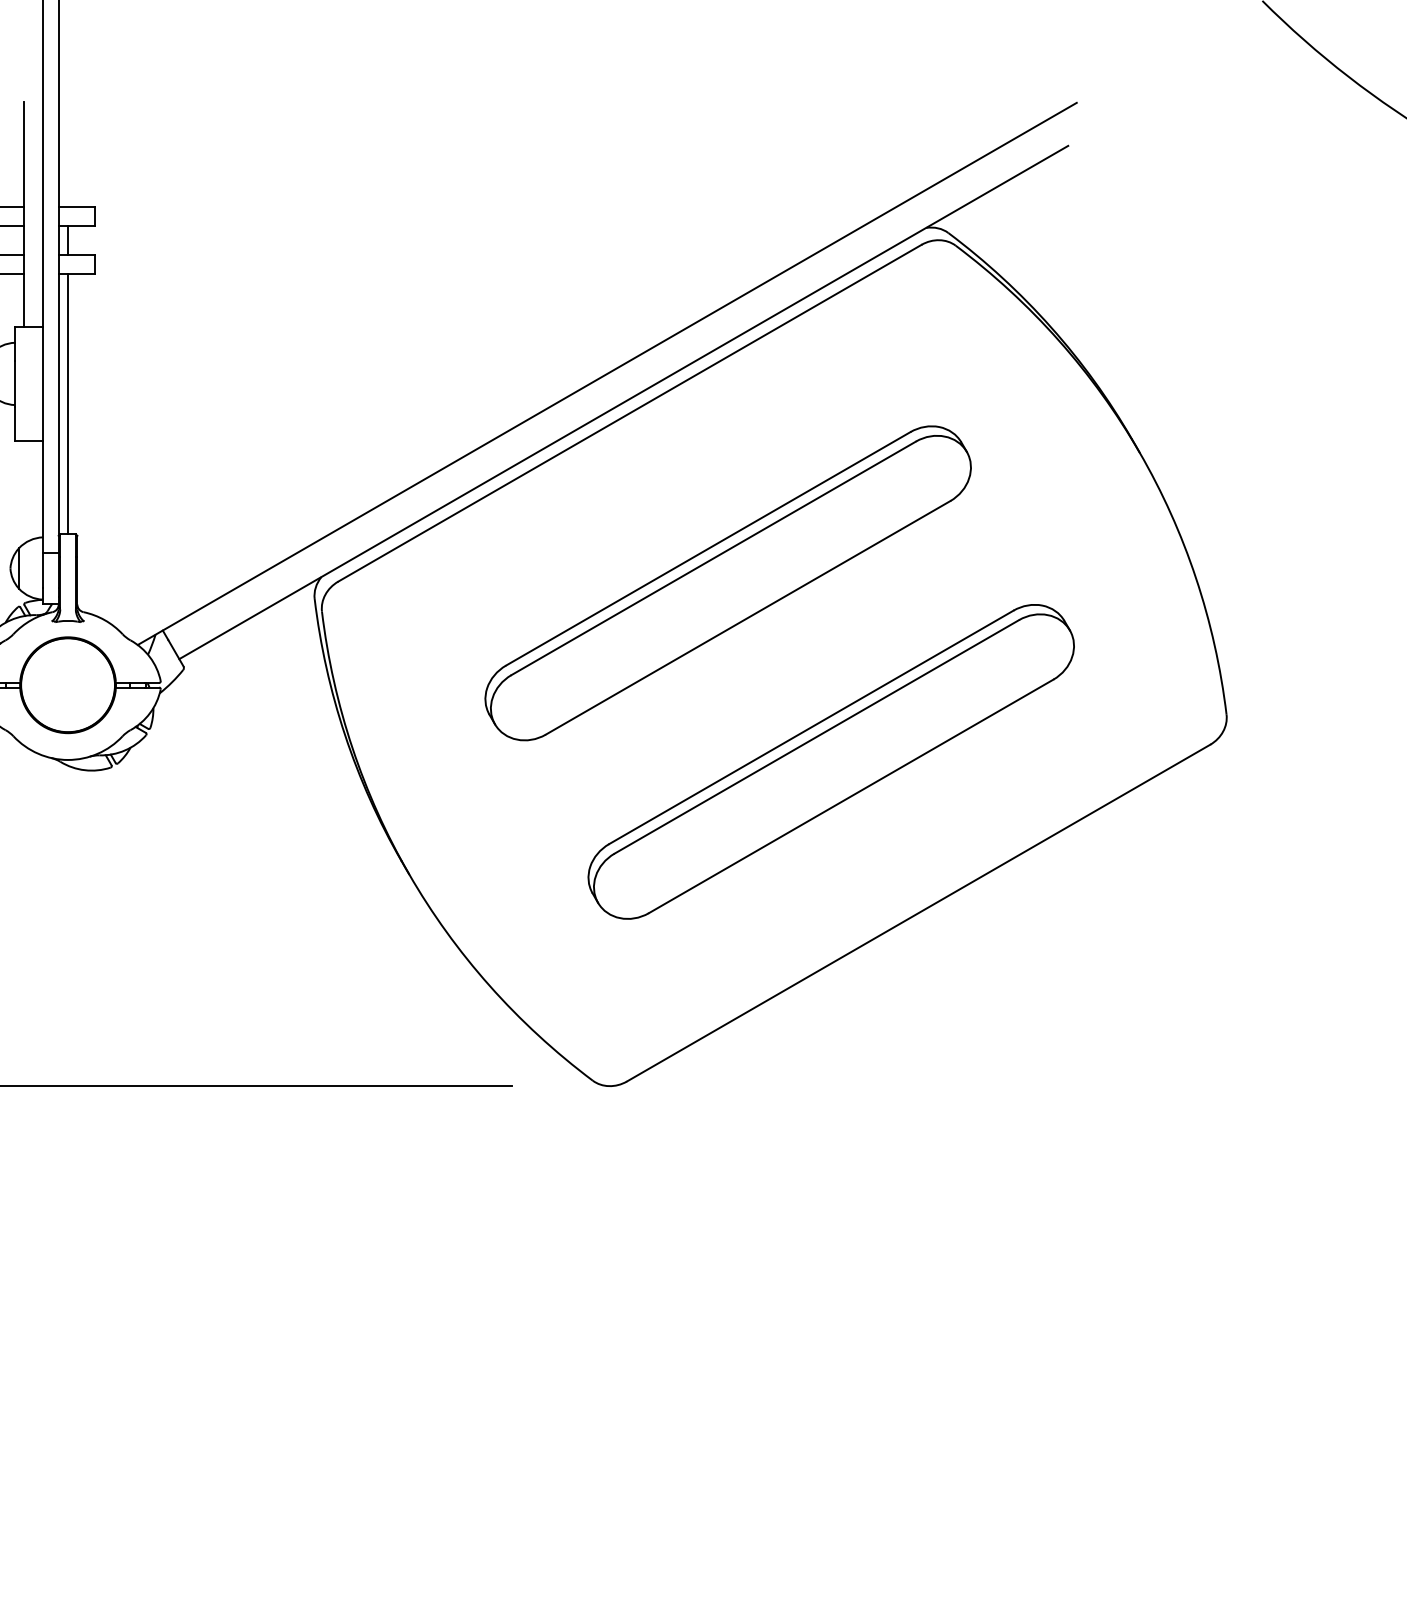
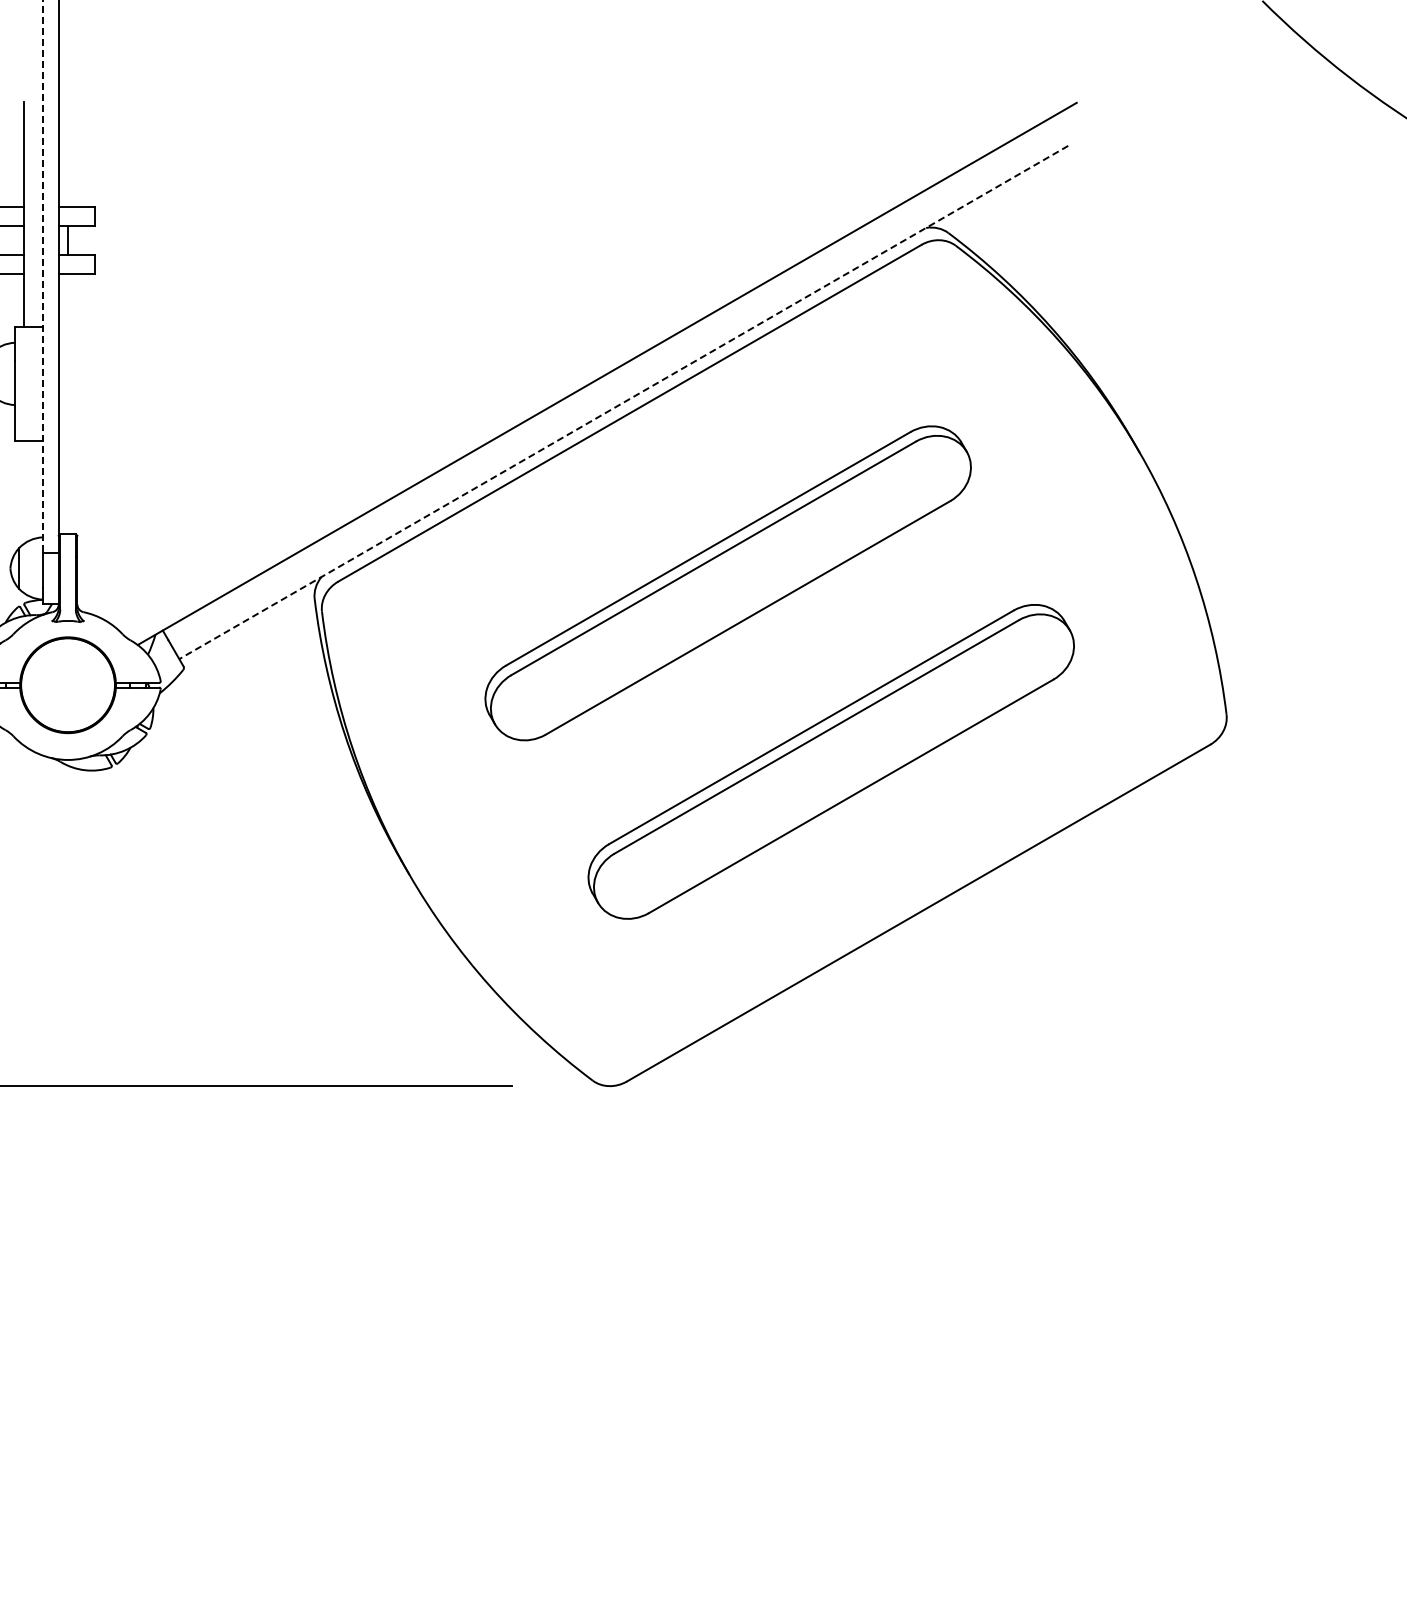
line at (43, 277): solid -> dashed
line at (623, 402): solid -> dashed
line at (68, 404): present -> none
